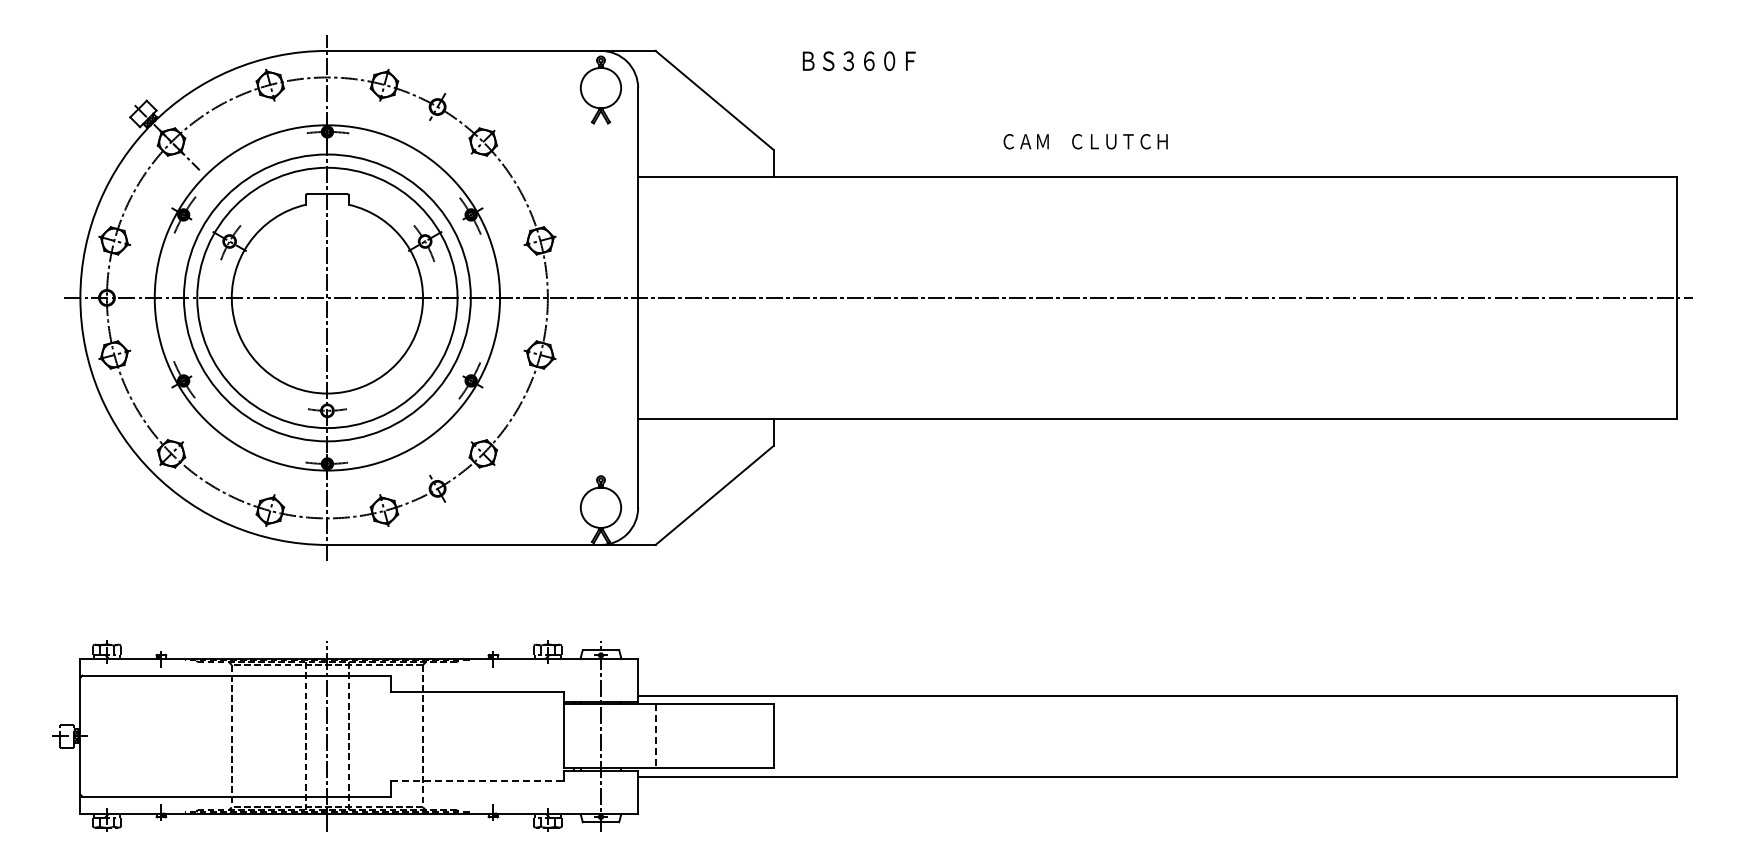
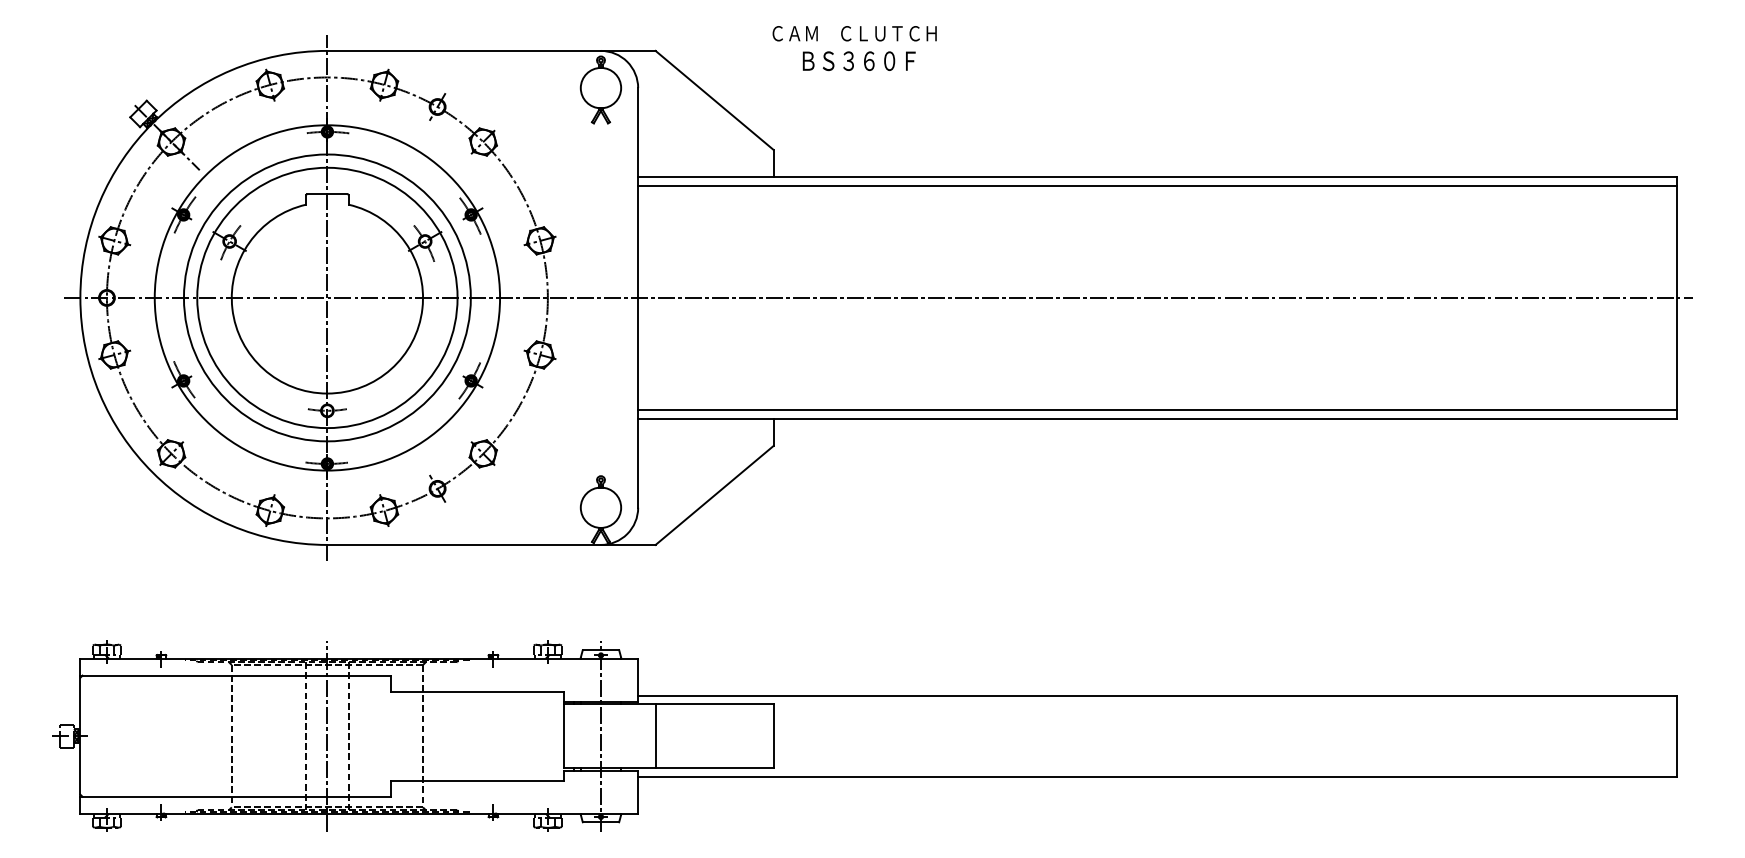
text at (1085, 141) position: (1085, 141) -> (854, 33)
line at (1157, 185): none -> present
line at (1157, 410): none -> present
line at (655, 736): dashed -> solid
line at (477, 780): dashed -> solid
